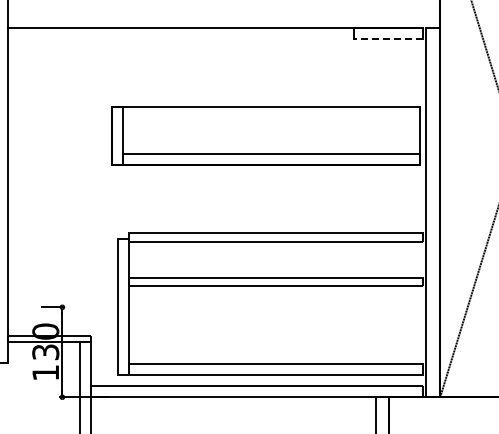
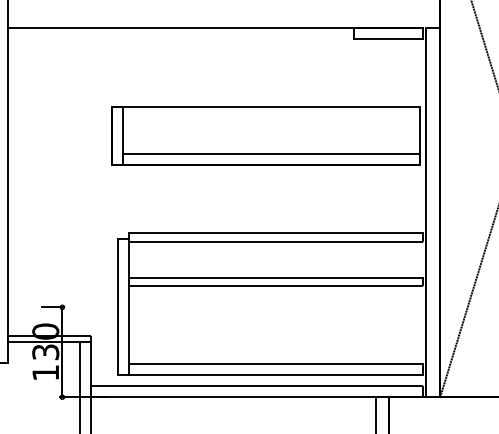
line at (388, 38): dashed -> solid
